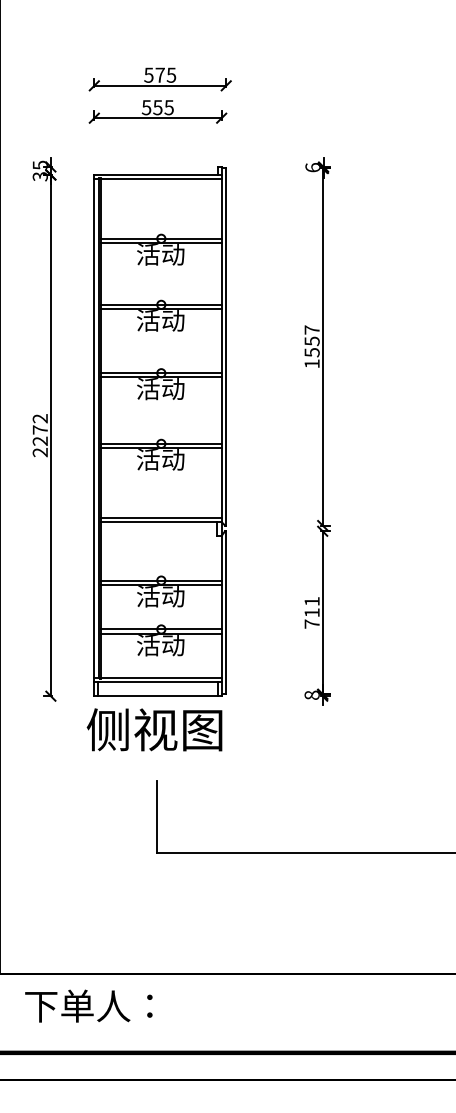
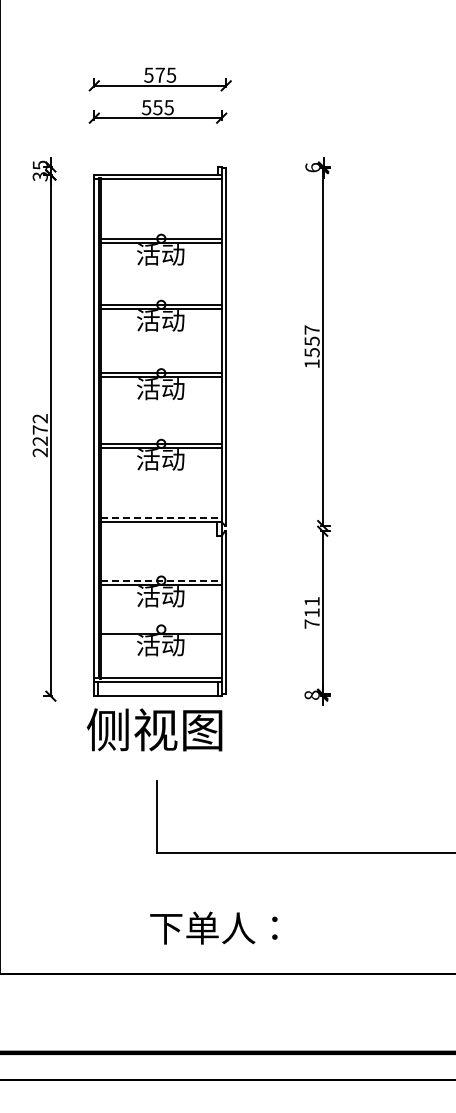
line at (161, 517): solid -> dashed
line at (161, 580): solid -> dashed
line at (161, 629): present -> none
text at (88, 1005) position: (88, 1005) -> (213, 927)
